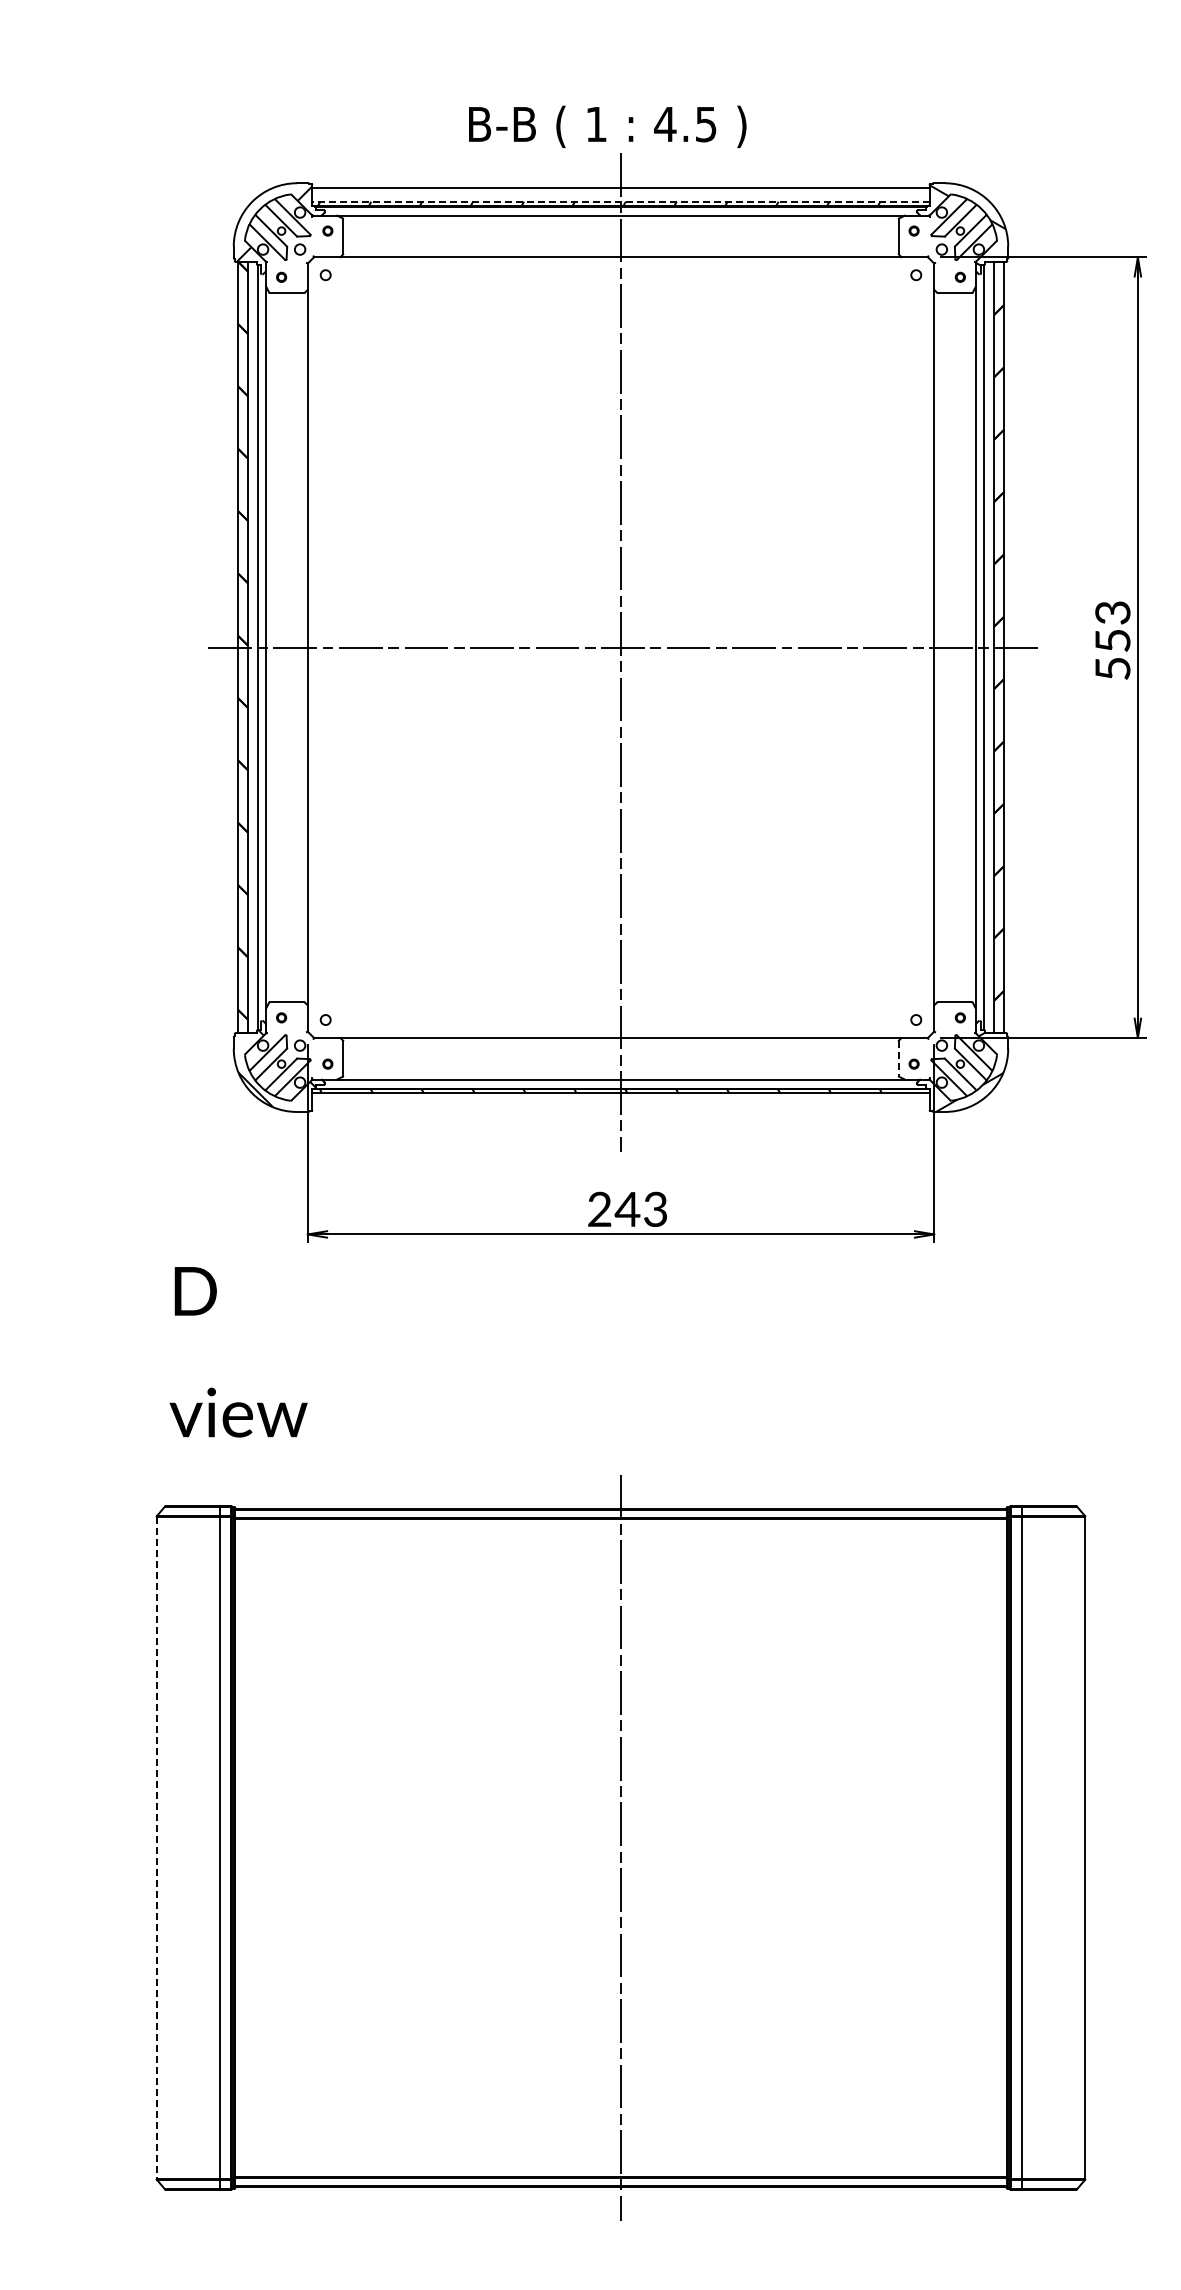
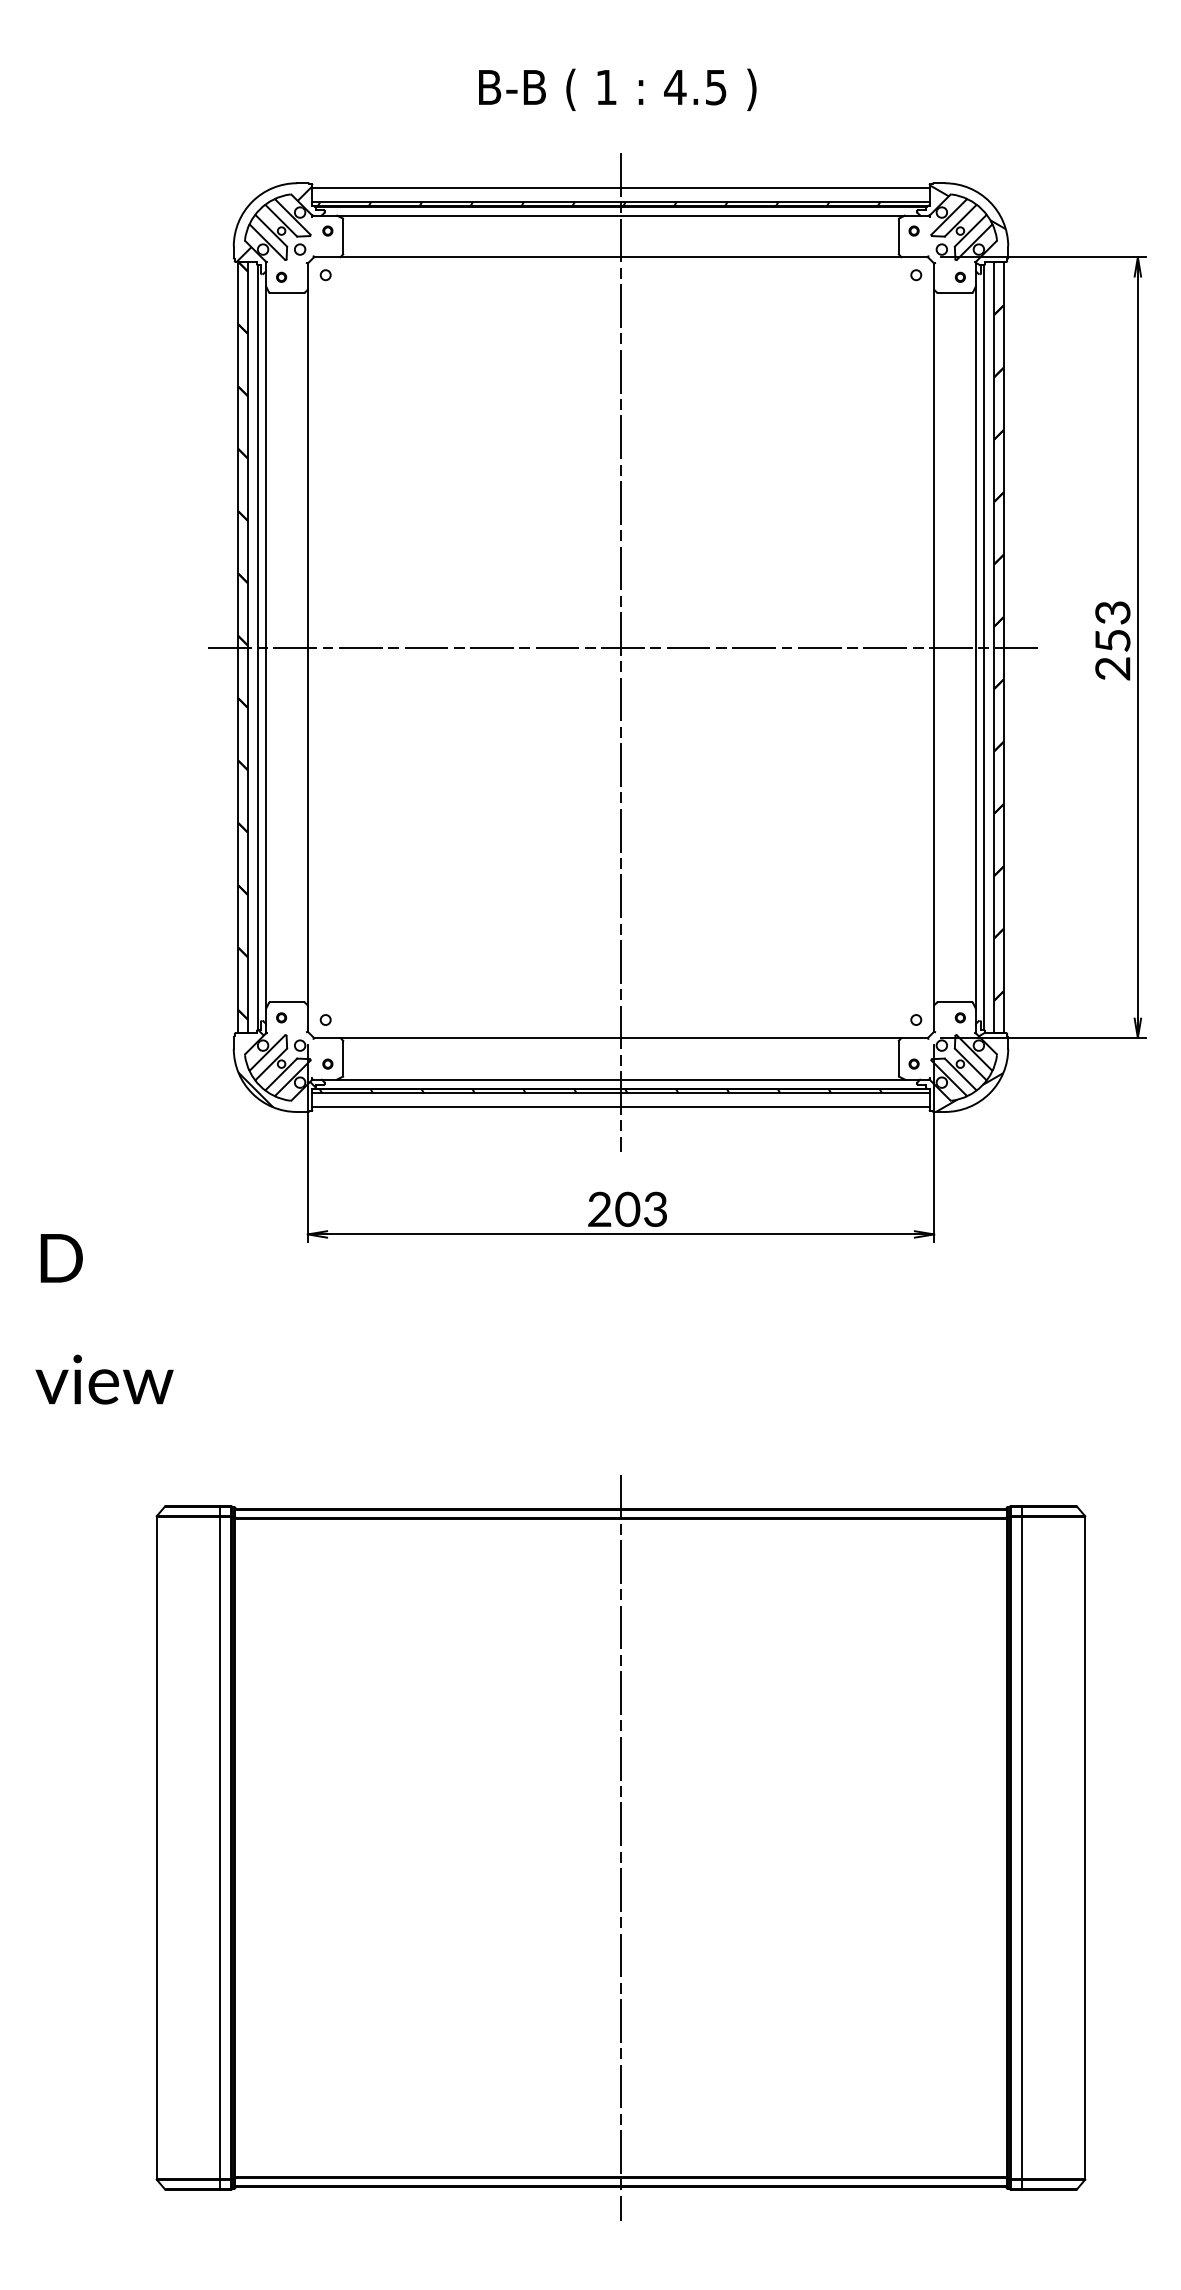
text at (607, 126) position: (607, 126) -> (617, 89)
line at (621, 201): dashed -> solid
text at (1112, 668): 553 -> 253
line at (898, 1059): dashed -> solid
line at (620, 1107): none -> present
text at (627, 1208): 243 -> 203
text at (238, 1352) position: (238, 1352) -> (104, 1319)
line at (156, 1848): dashed -> solid
